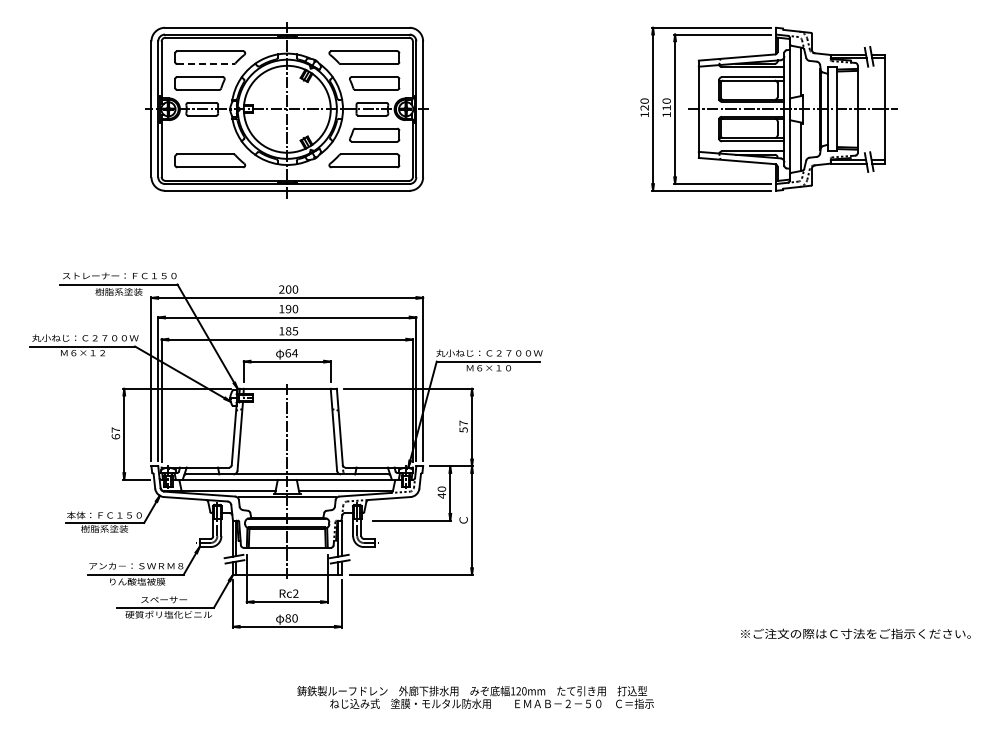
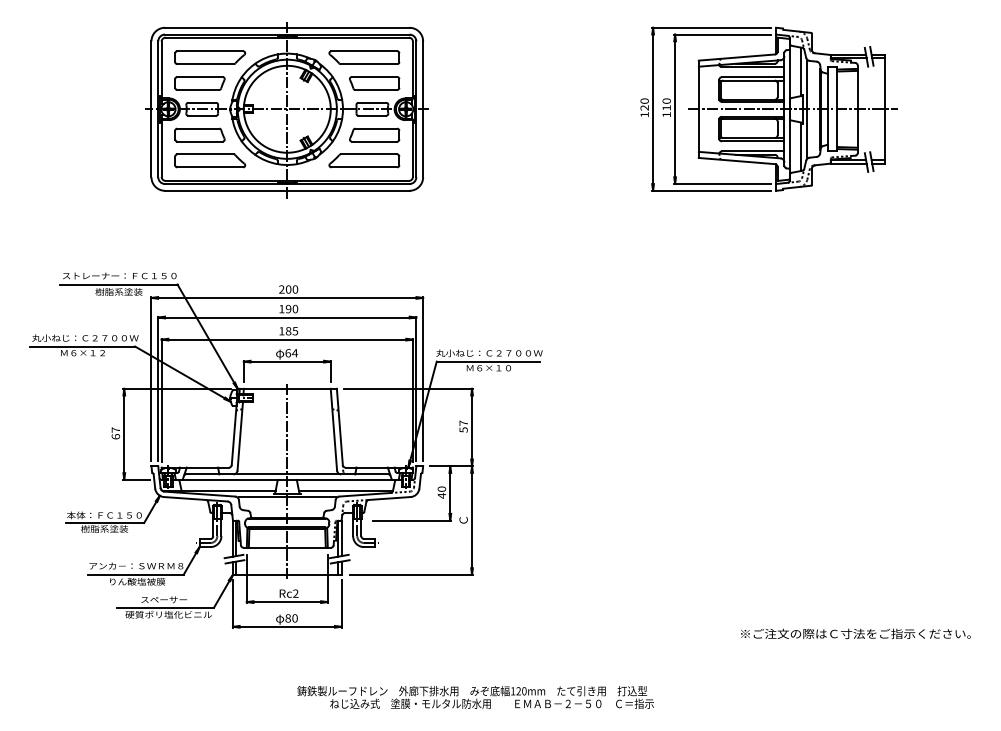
line at (206, 64): dashed -> solid
line at (806, 109): none -> present
part at (199, 134): none -> present
